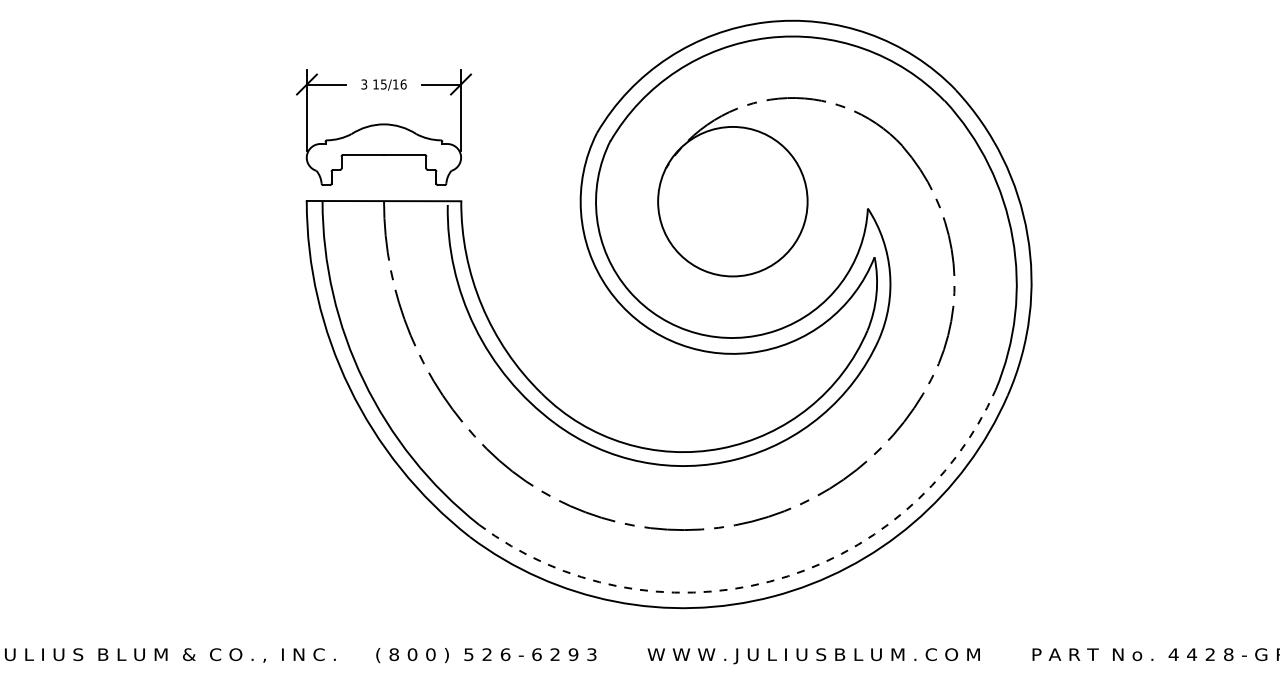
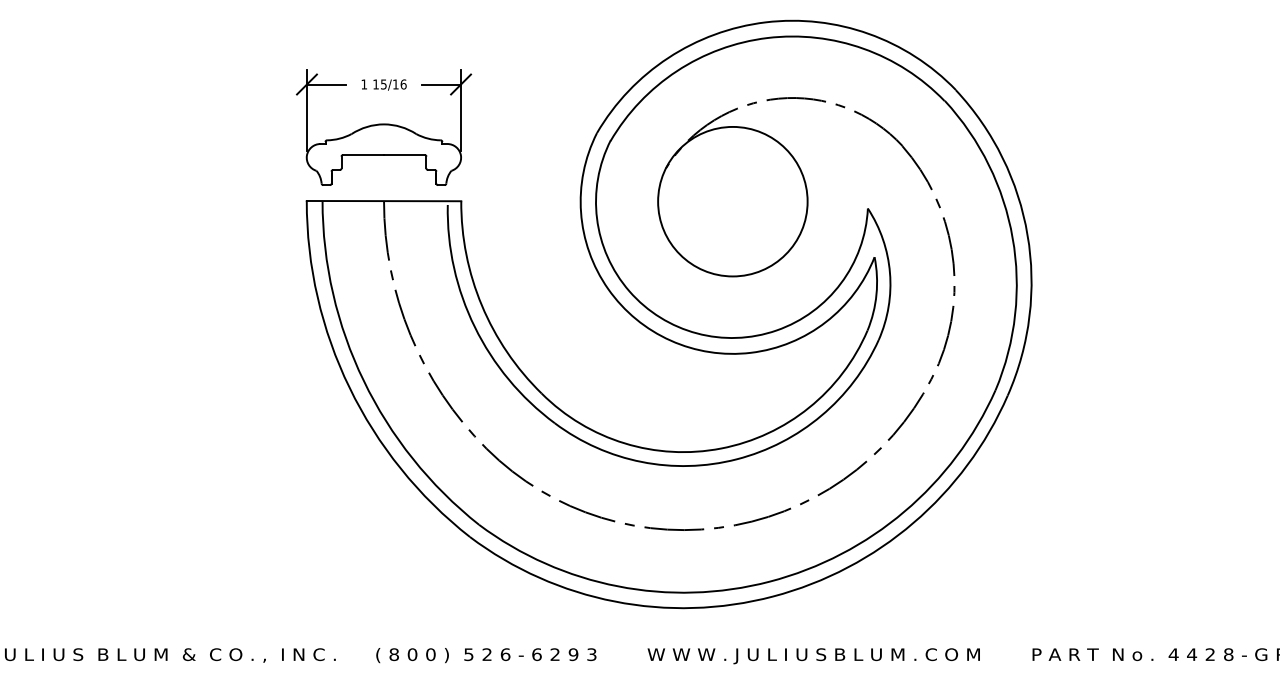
text at (364, 84): 3 -> 1
arc at (769, 581): dashed -> solid
